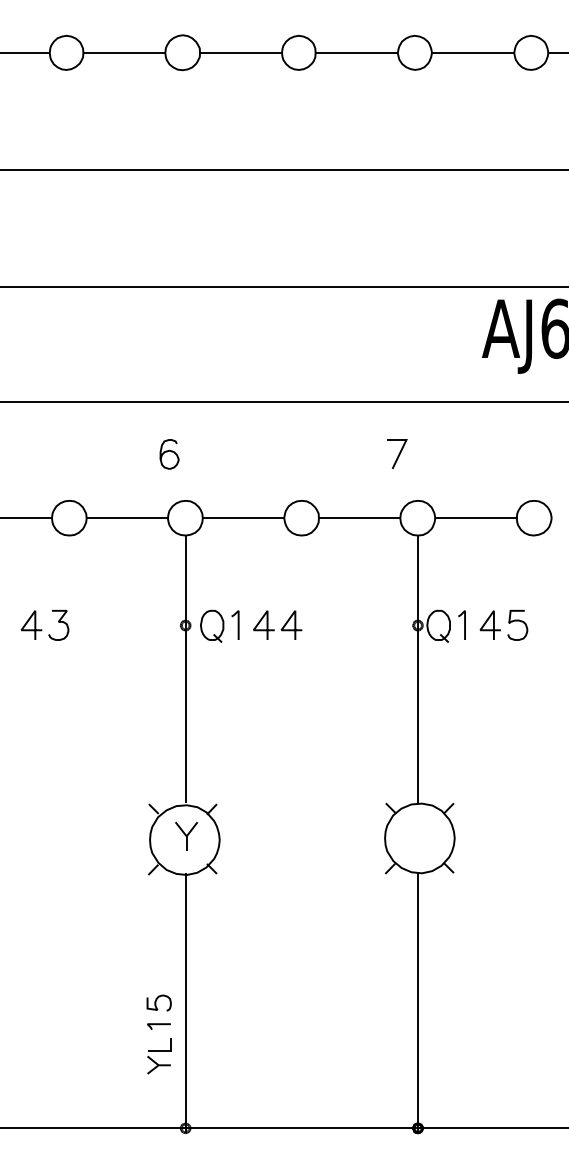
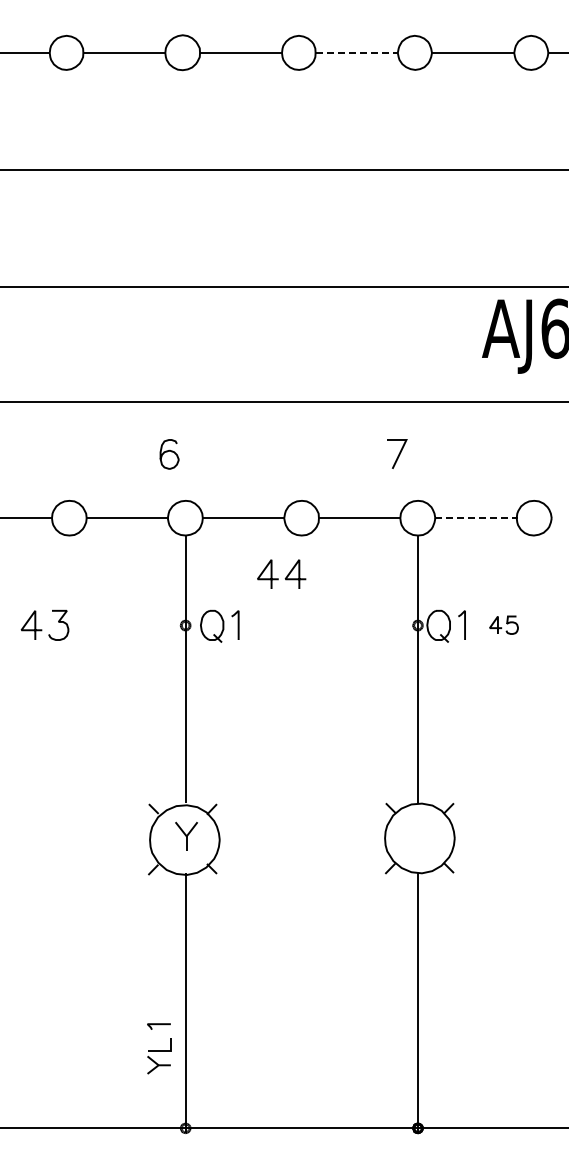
line at (357, 53): solid -> dashed
line at (476, 518): solid -> dashed
part at (277, 624) position: (277, 624) -> (281, 573)
part at (503, 624) size: 50x32 px -> 30x20 px
curve at (156, 1002): present -> none
